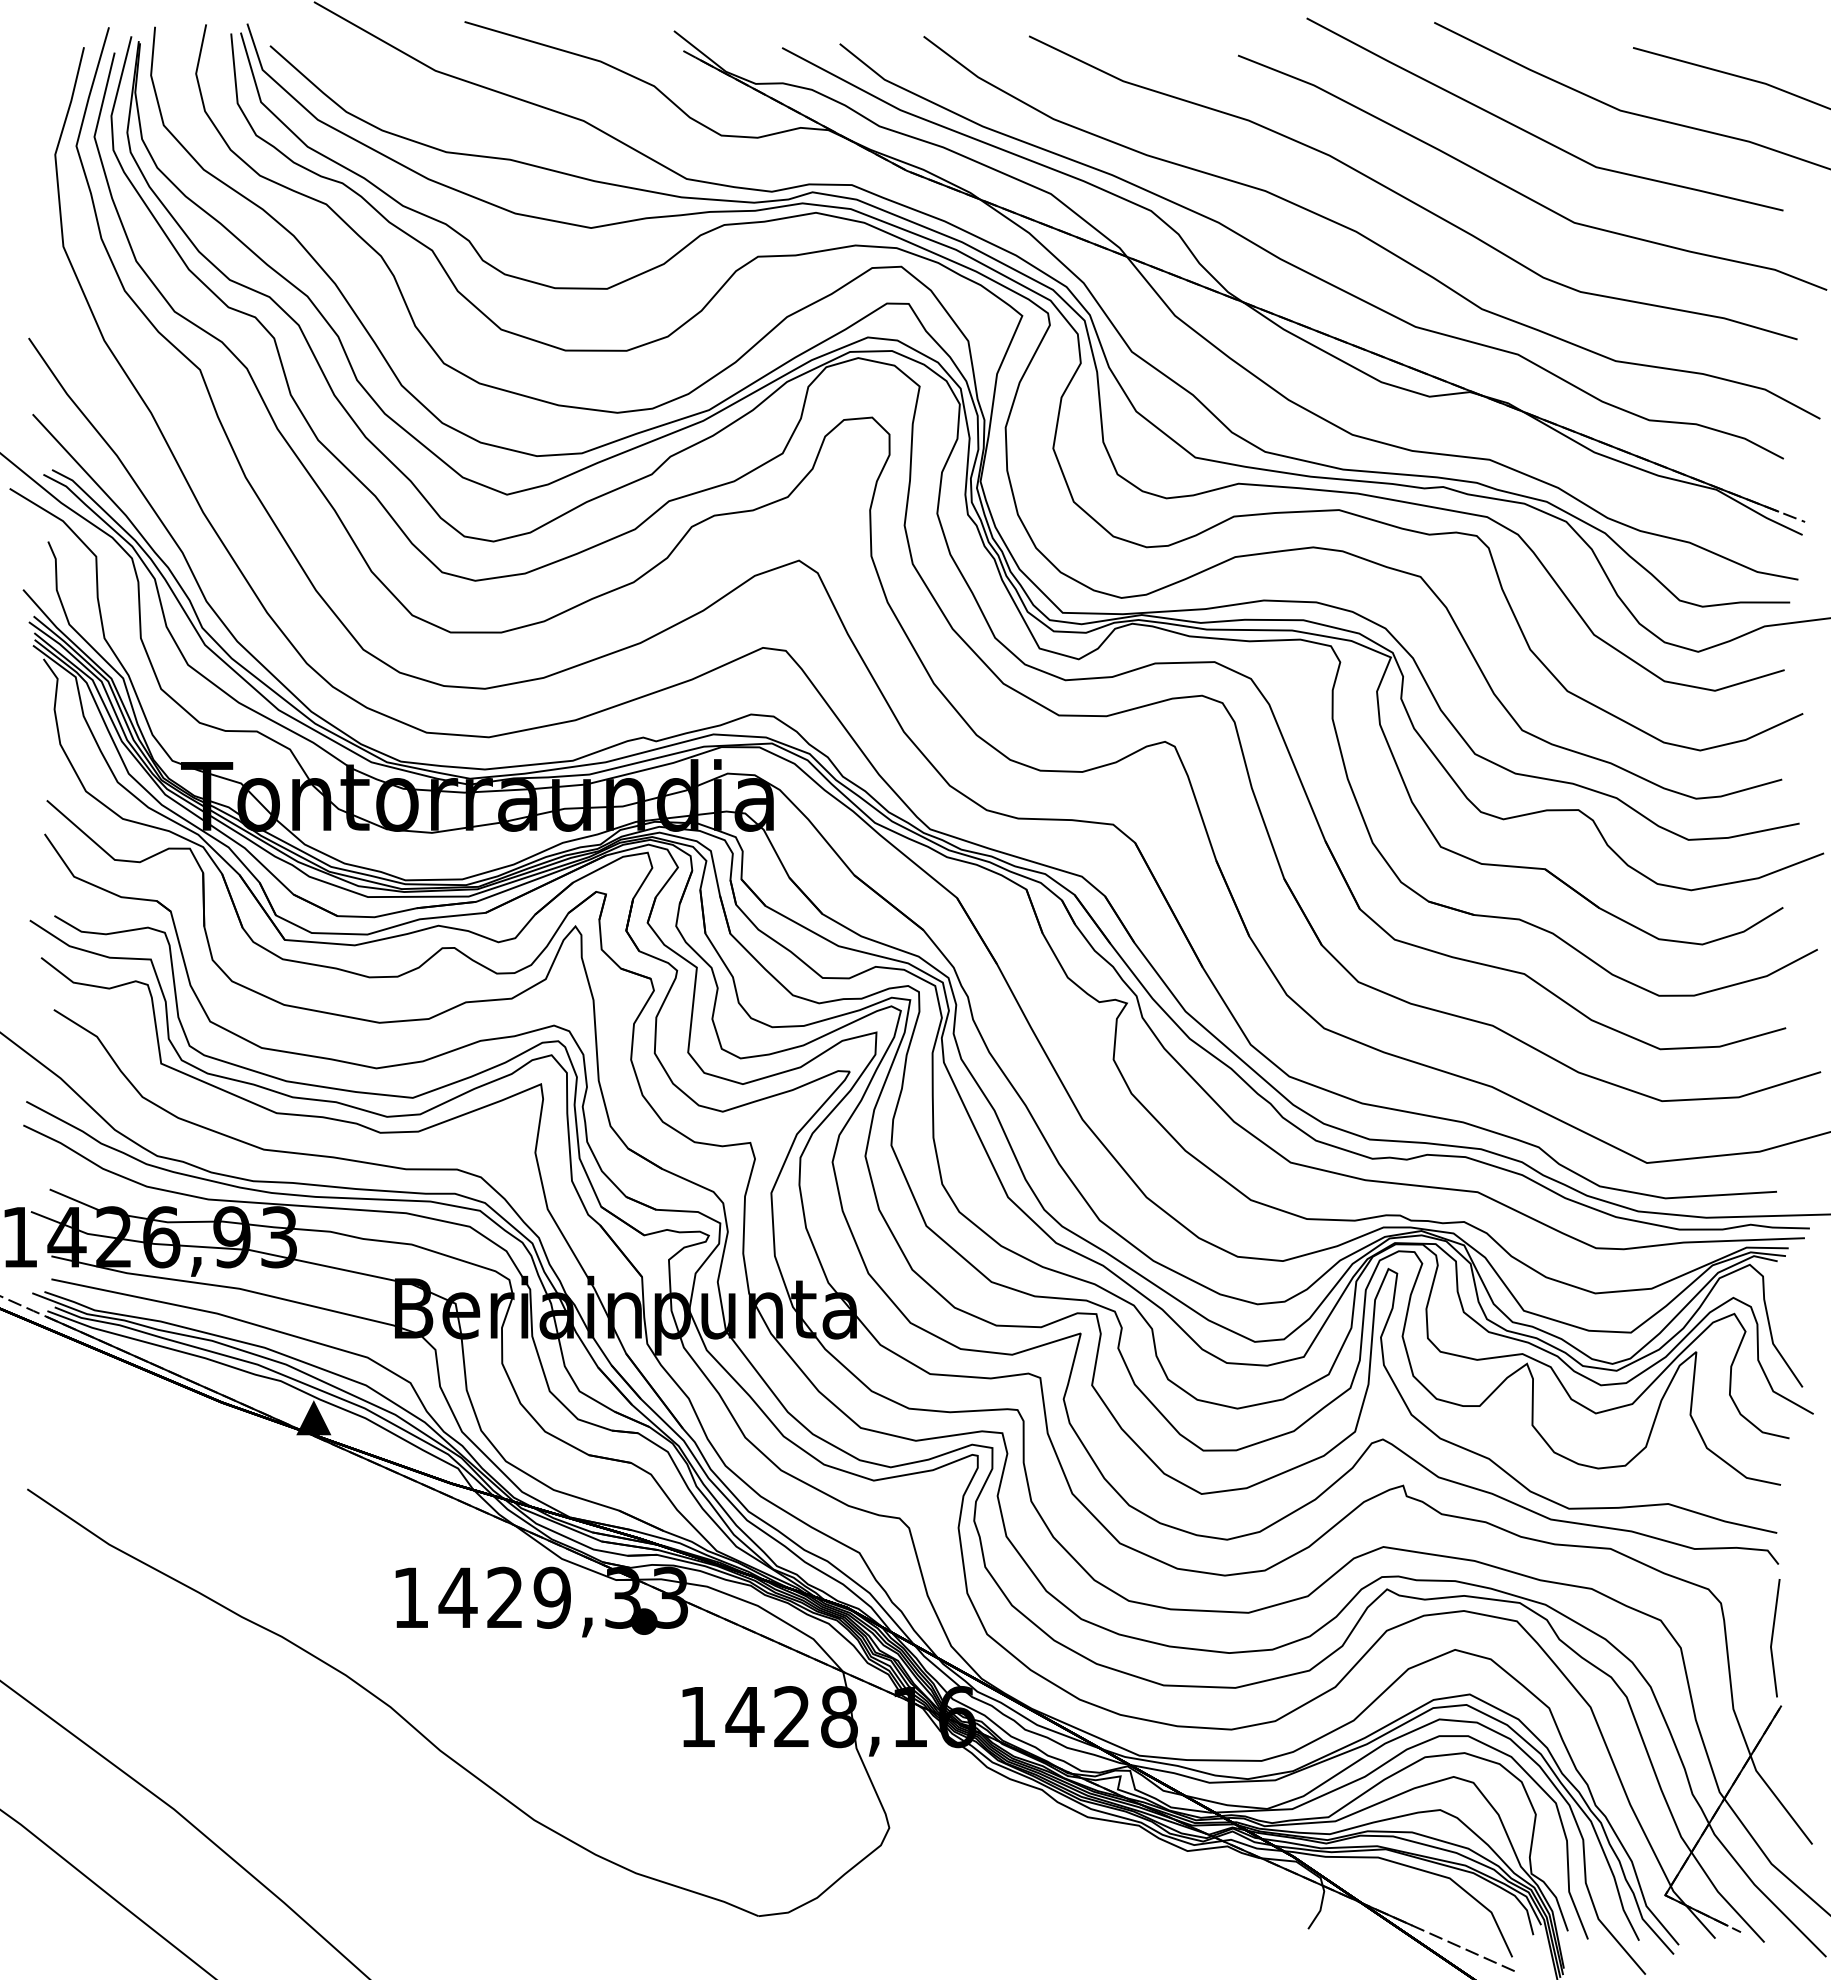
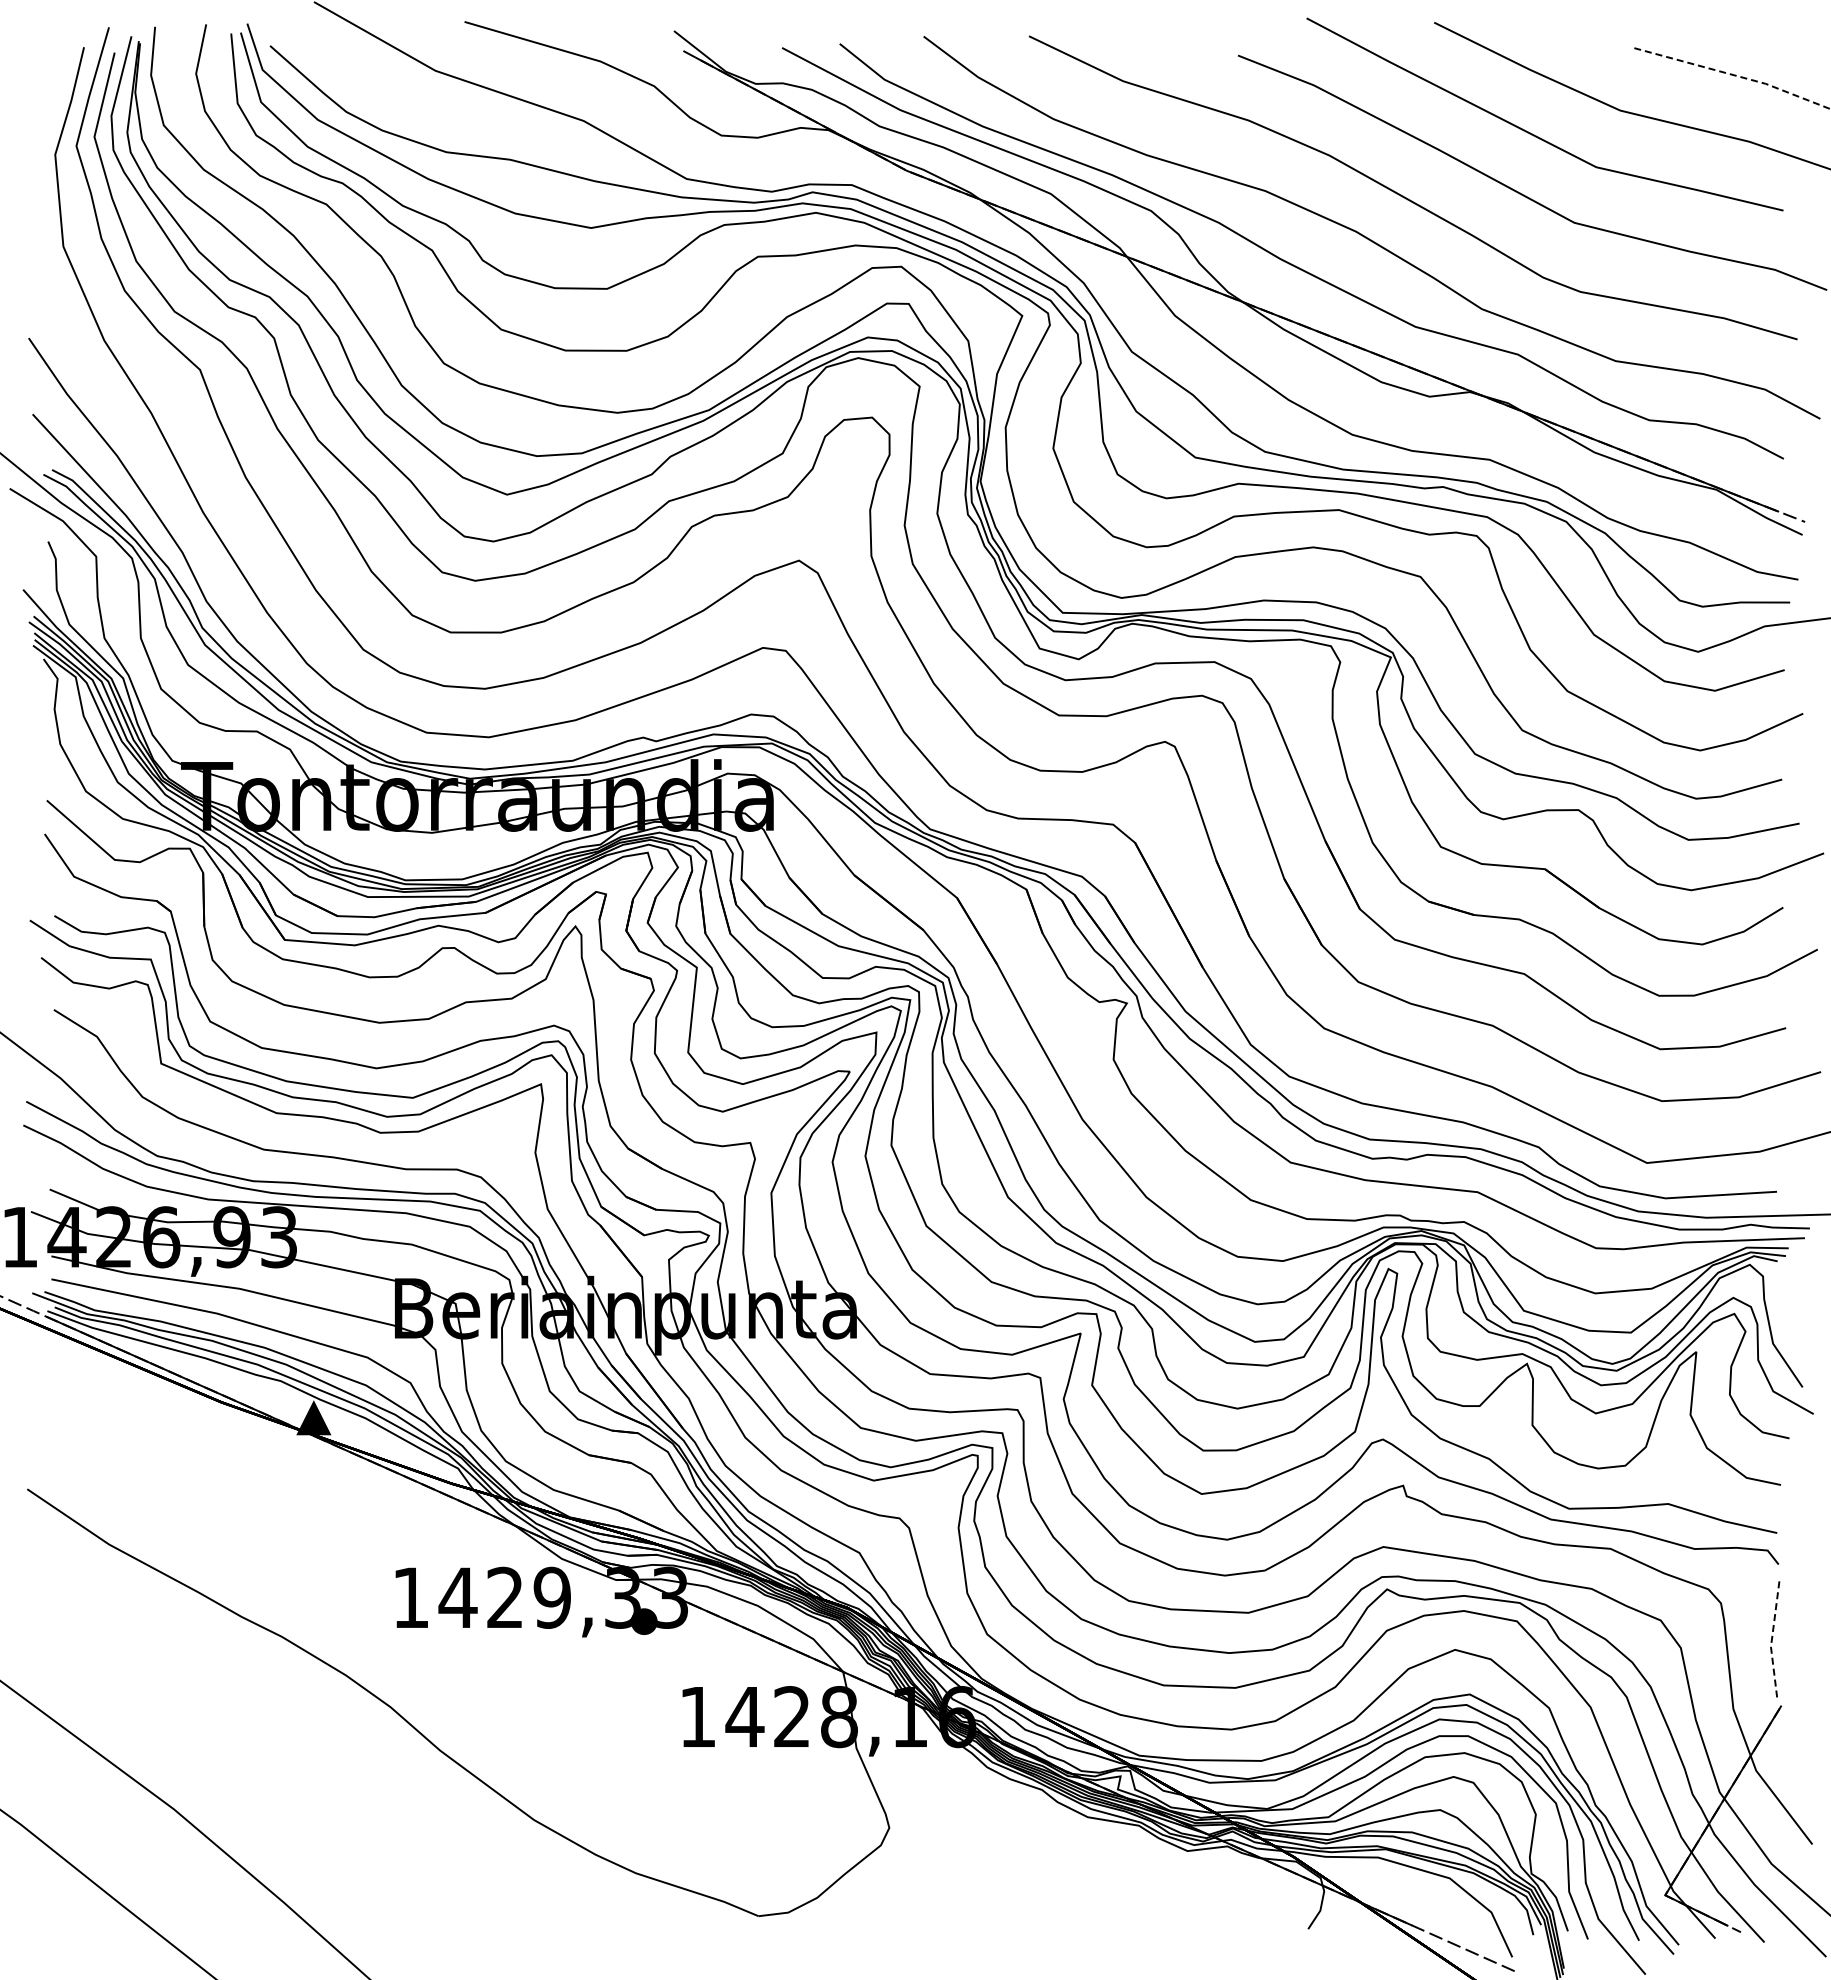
line at (1733, 74): solid -> dashed
line at (1772, 1638): solid -> dashed
